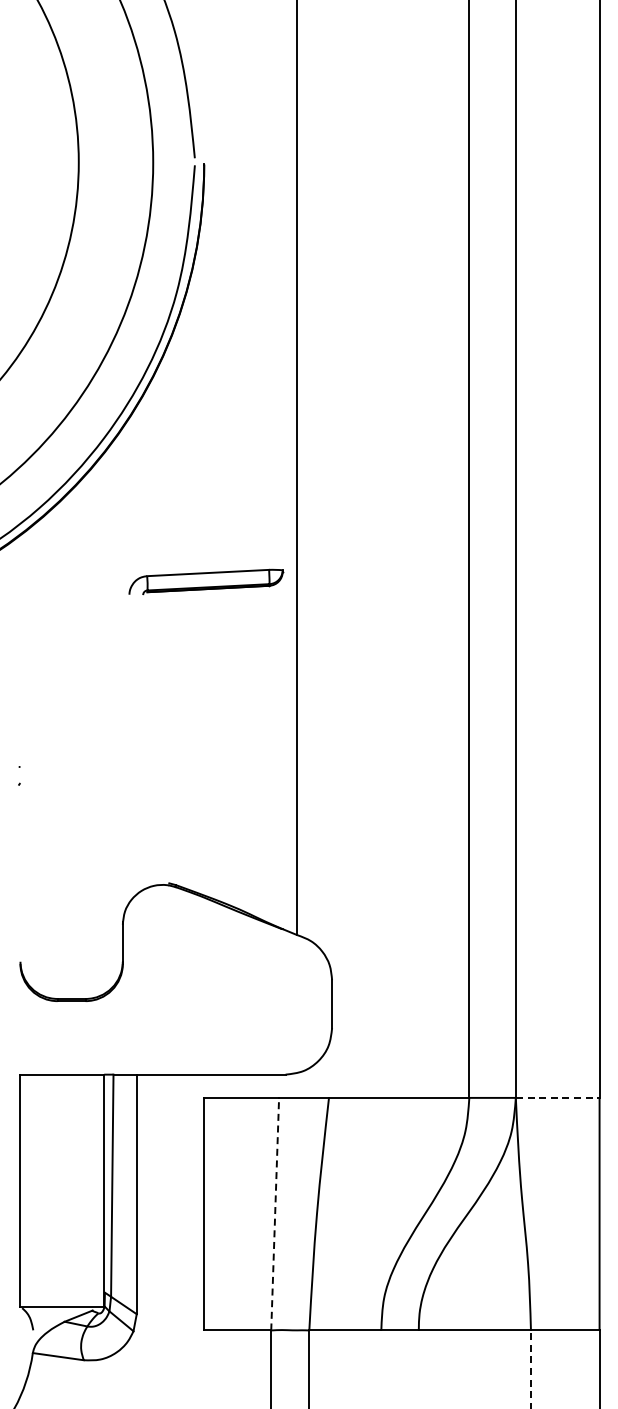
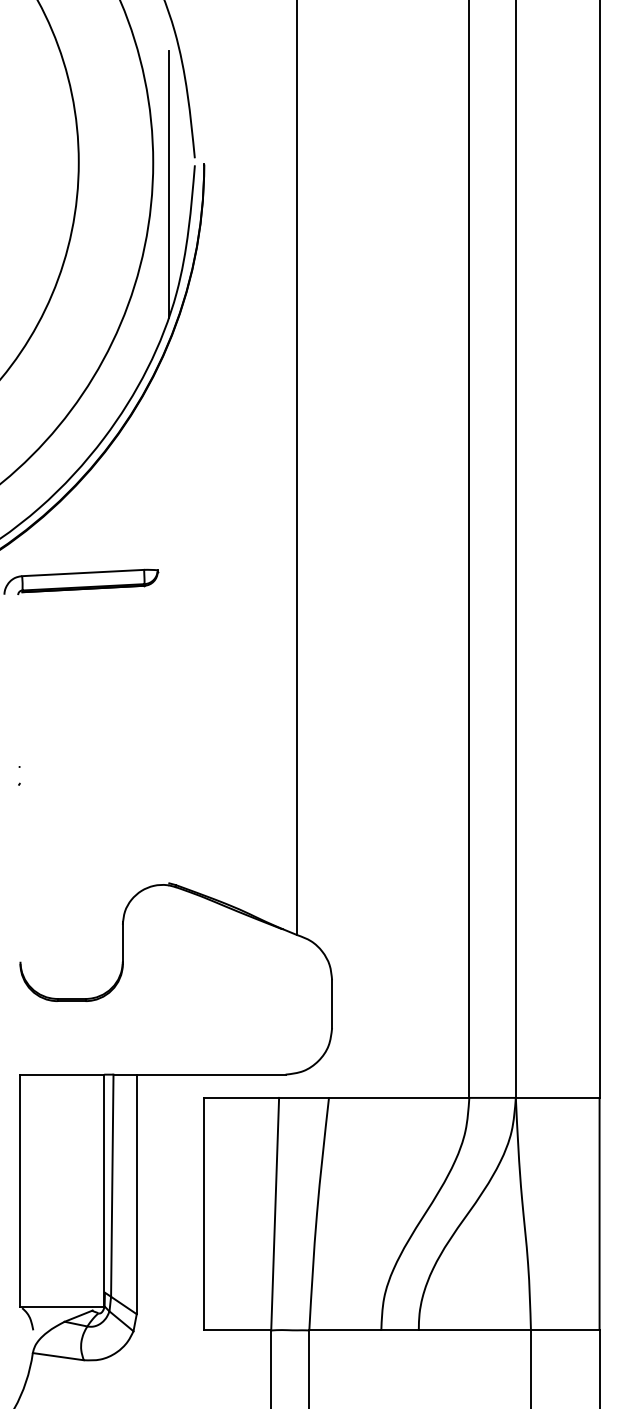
line at (169, 184): none -> present
part at (206, 581) position: (206, 581) -> (81, 581)
line at (557, 1097): dashed -> solid
line at (275, 1213): dashed -> solid
line at (530, 1369): dashed -> solid
